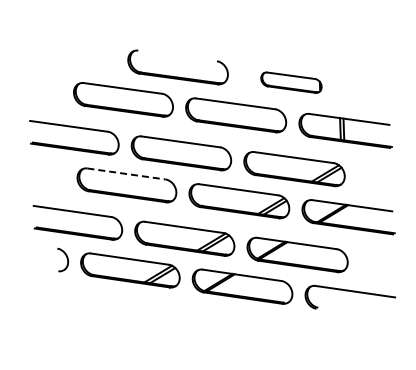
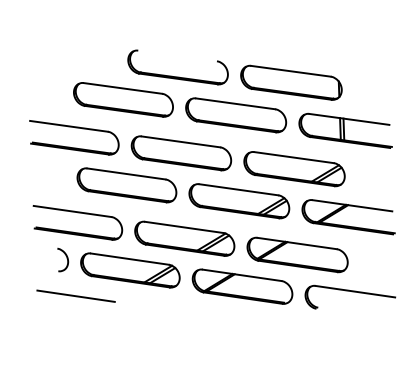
part at (291, 82) size: 63x23 px -> 103x37 px
line at (126, 174): dashed -> solid
line at (75, 295): none -> present
